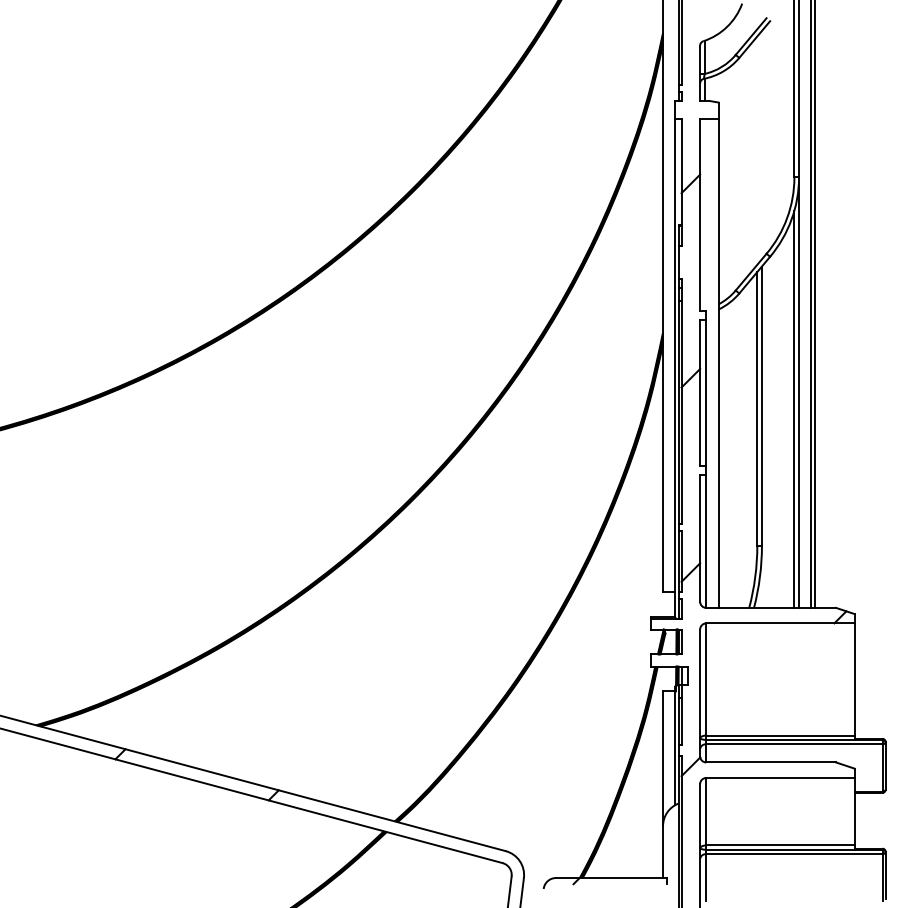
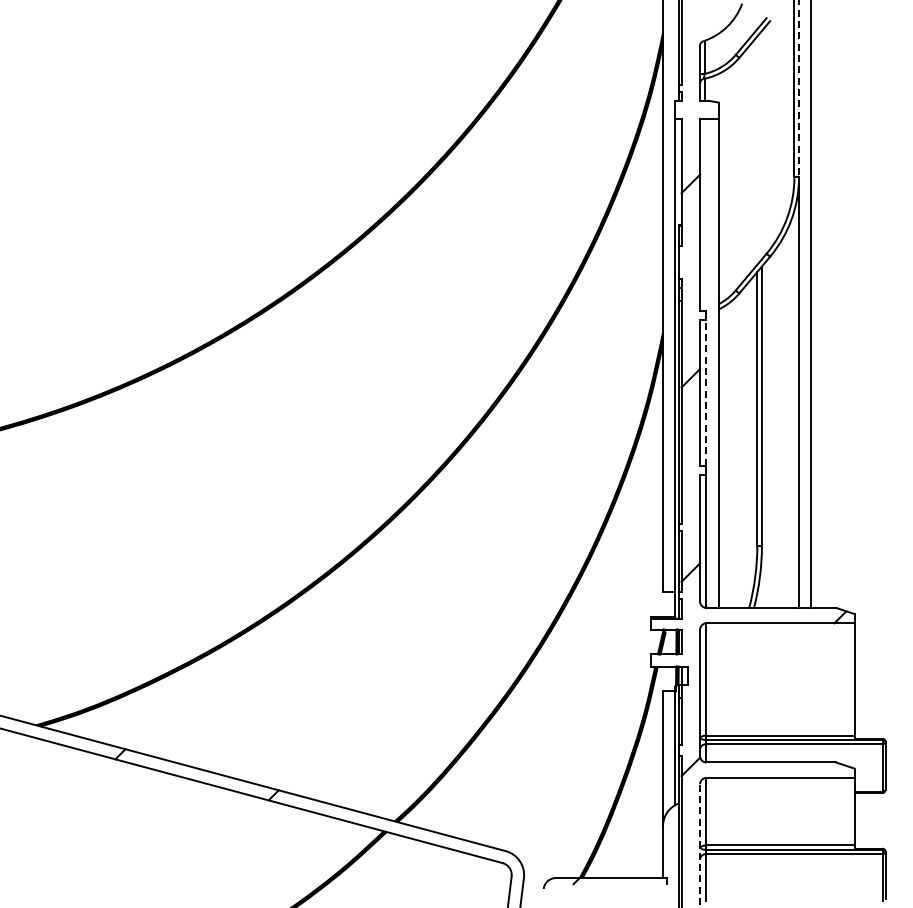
line at (799, 89): solid -> dashed
line at (814, 304): present -> none
line at (706, 393): solid -> dashed
line at (794, 408): present -> none
line at (700, 845): solid -> dashed
